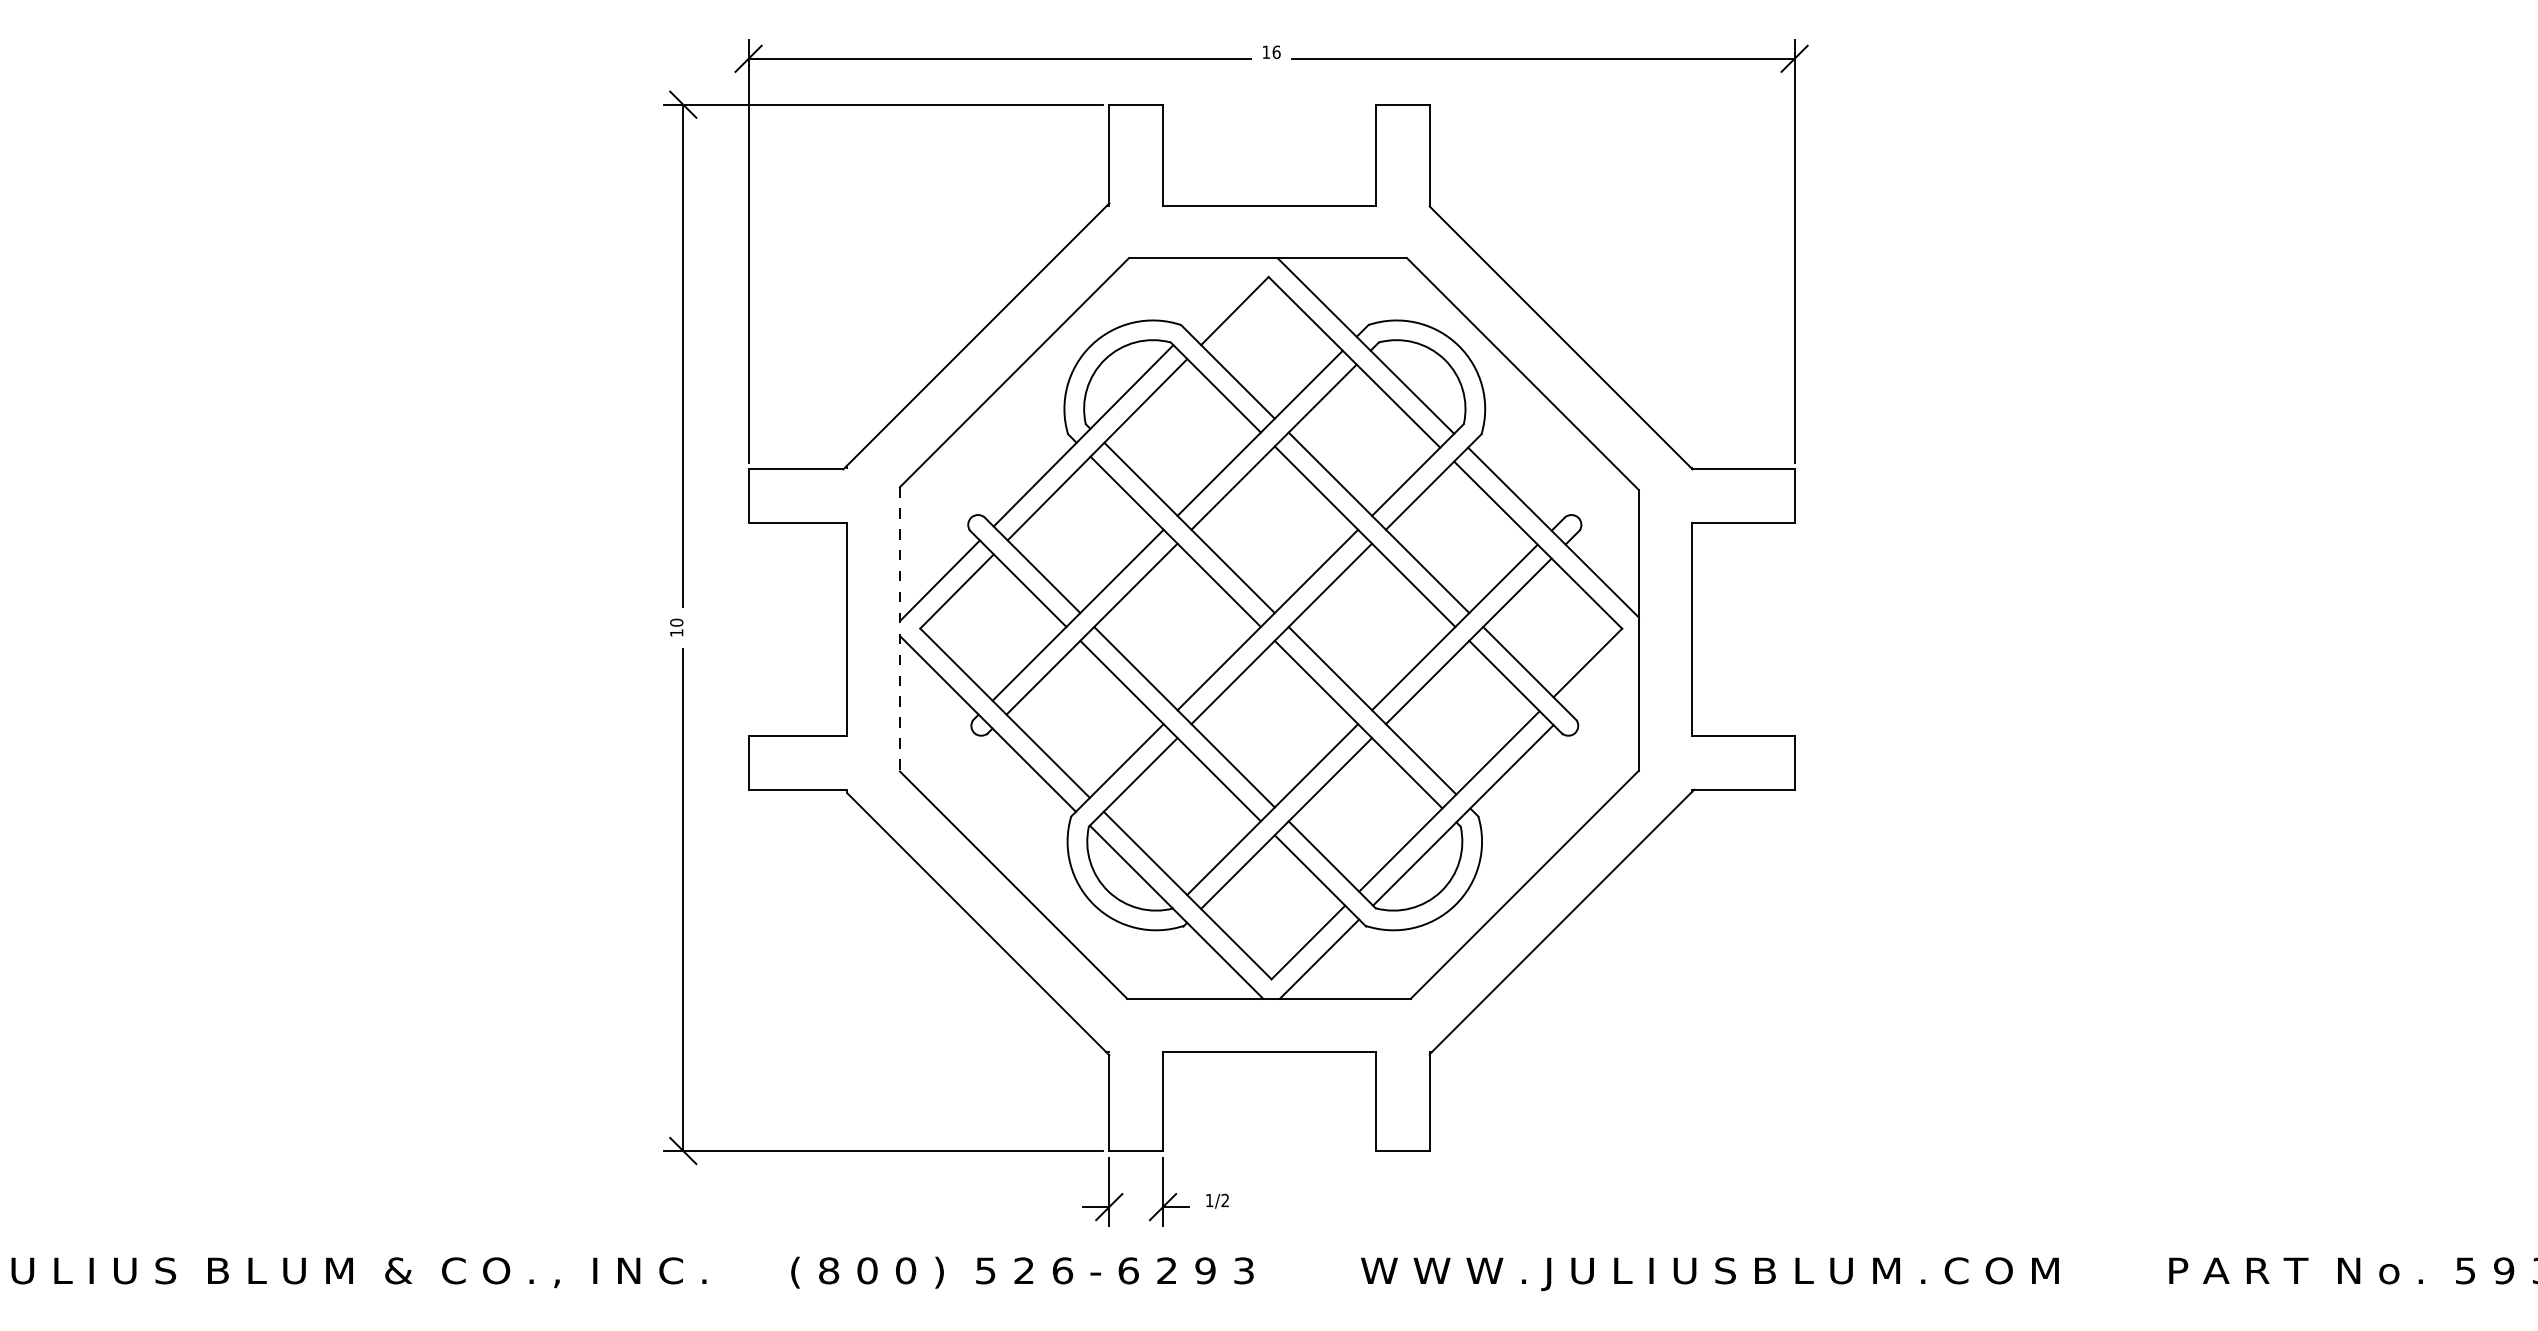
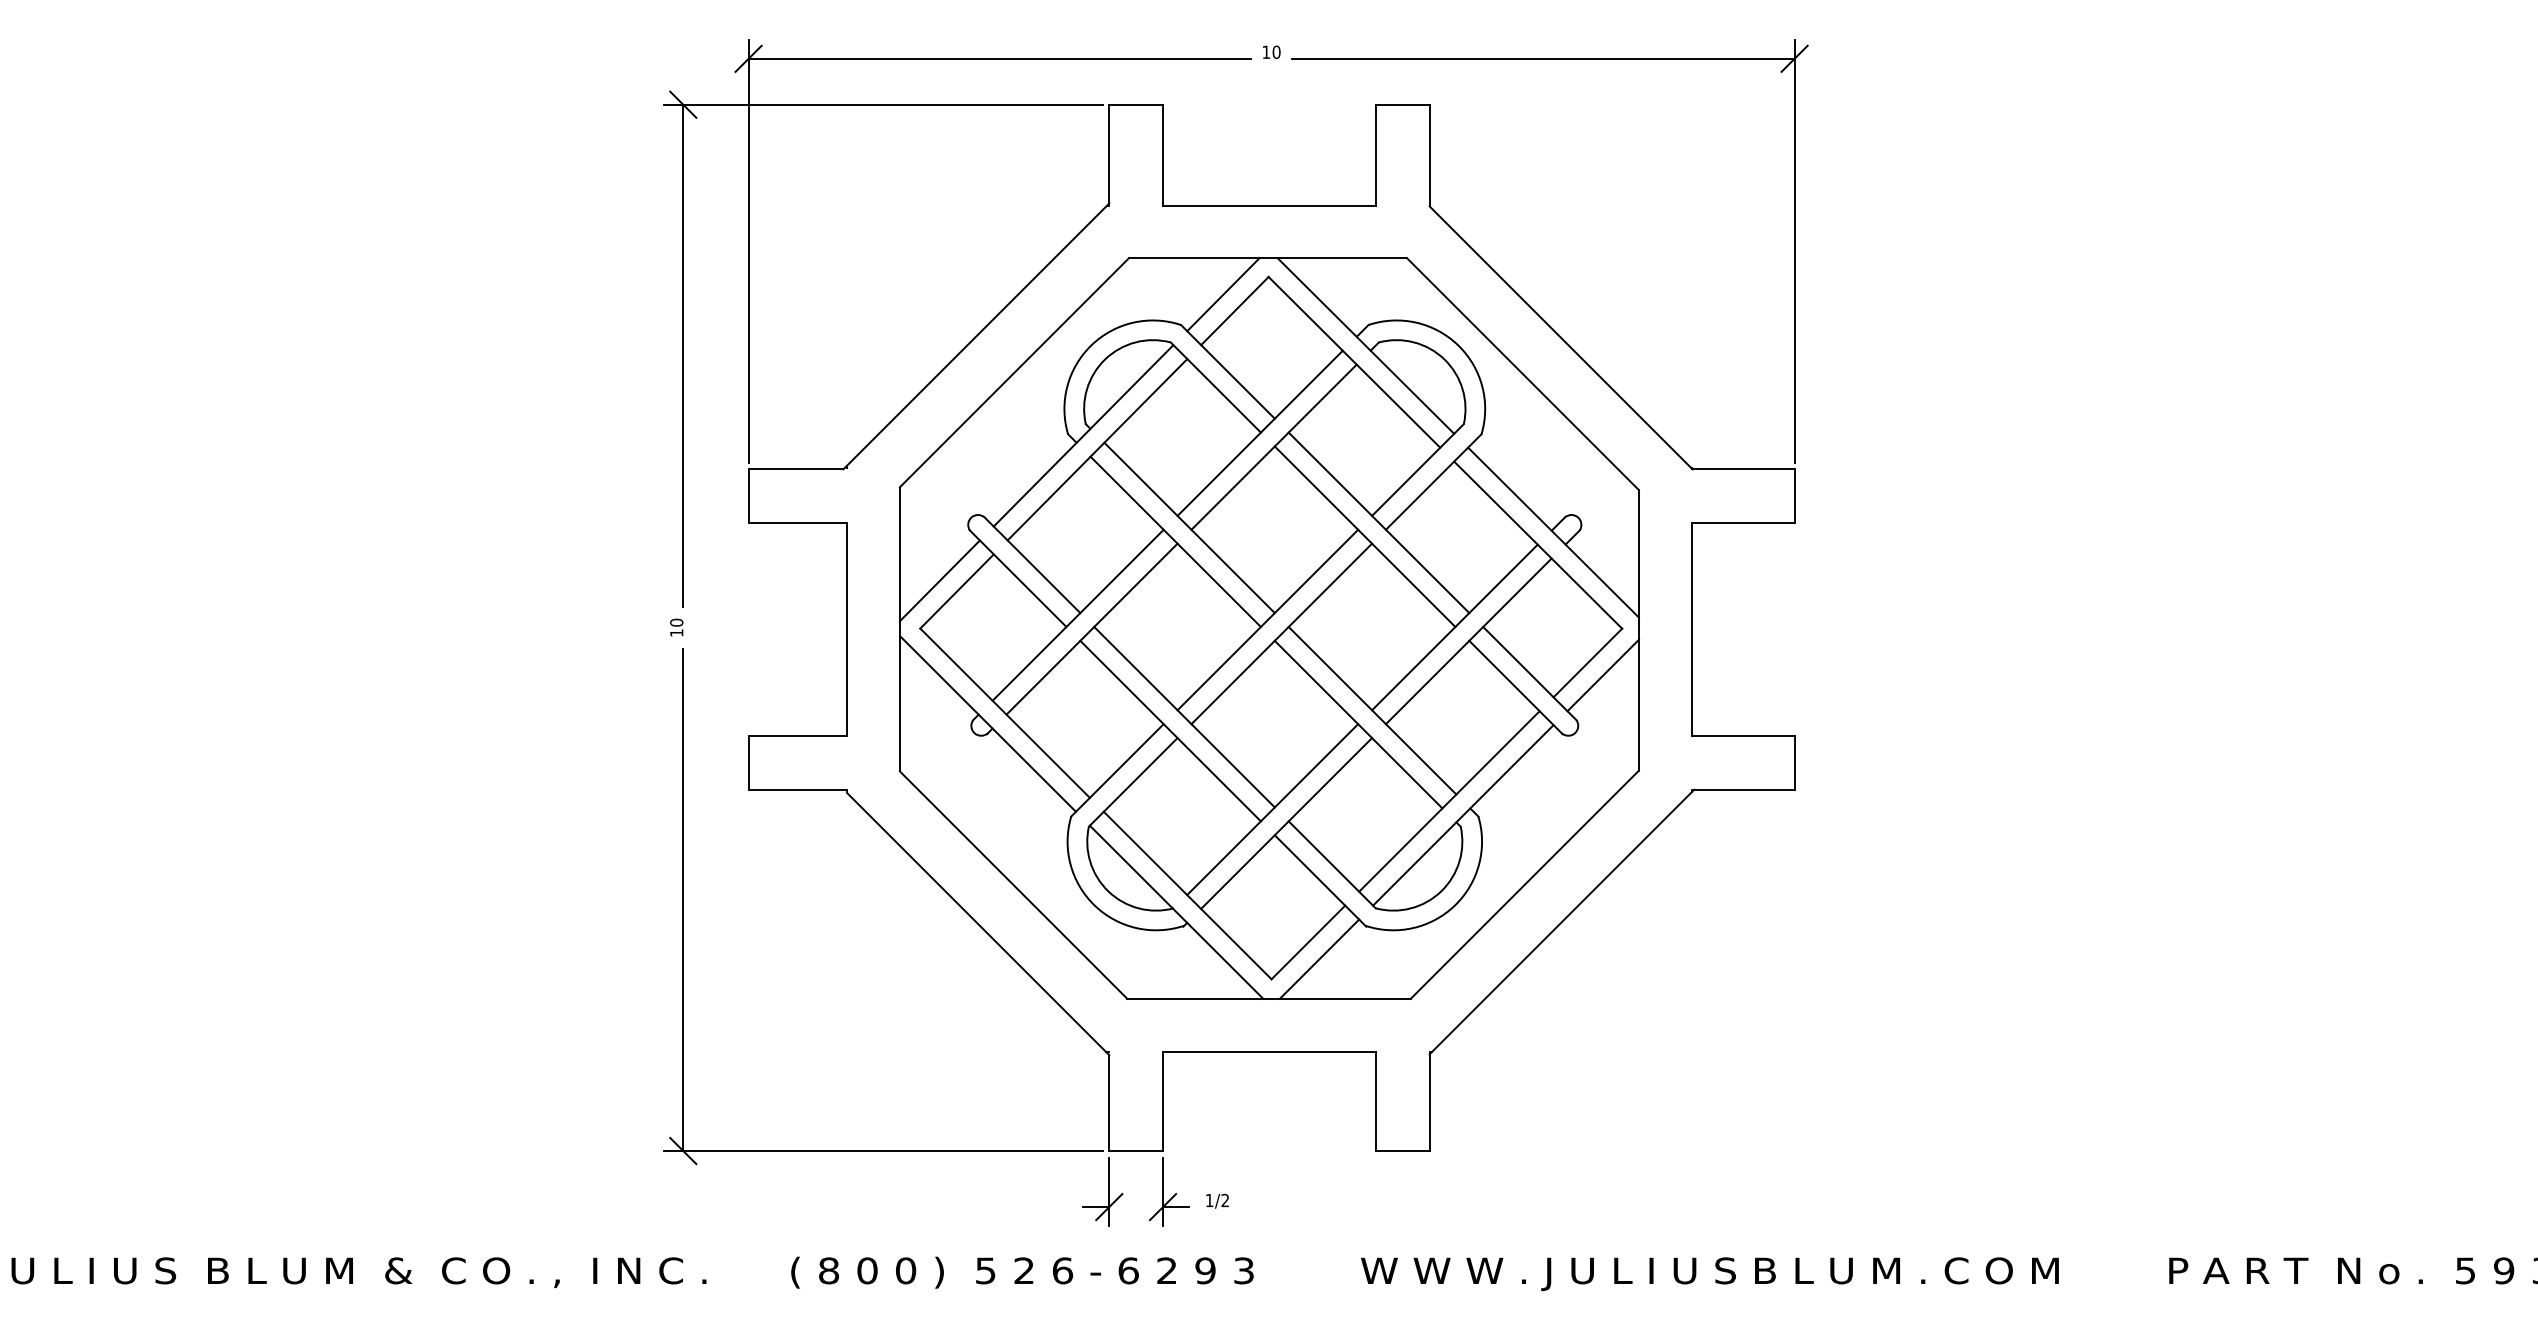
text at (1276, 51): 16 -> 10
line at (1223, 294): none -> present
line at (899, 629): dashed -> solid
line at (1602, 675): none -> present
